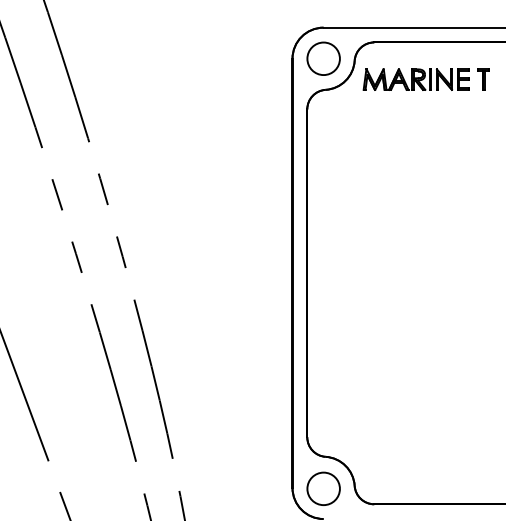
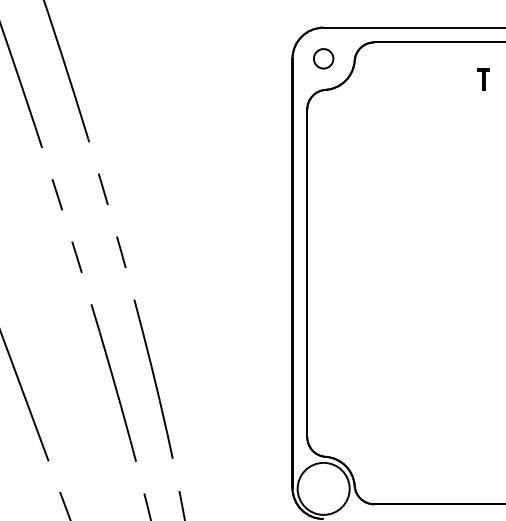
circle at (323, 58) diameter: 33 px -> 20 px
part at (415, 79): present -> none
circle at (323, 488) diameter: 33 px -> 52 px
